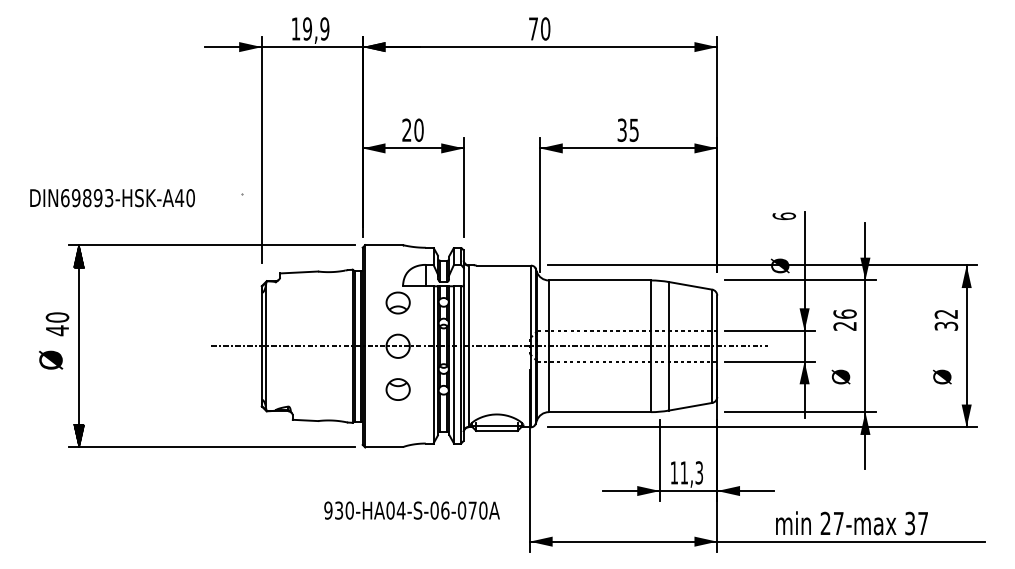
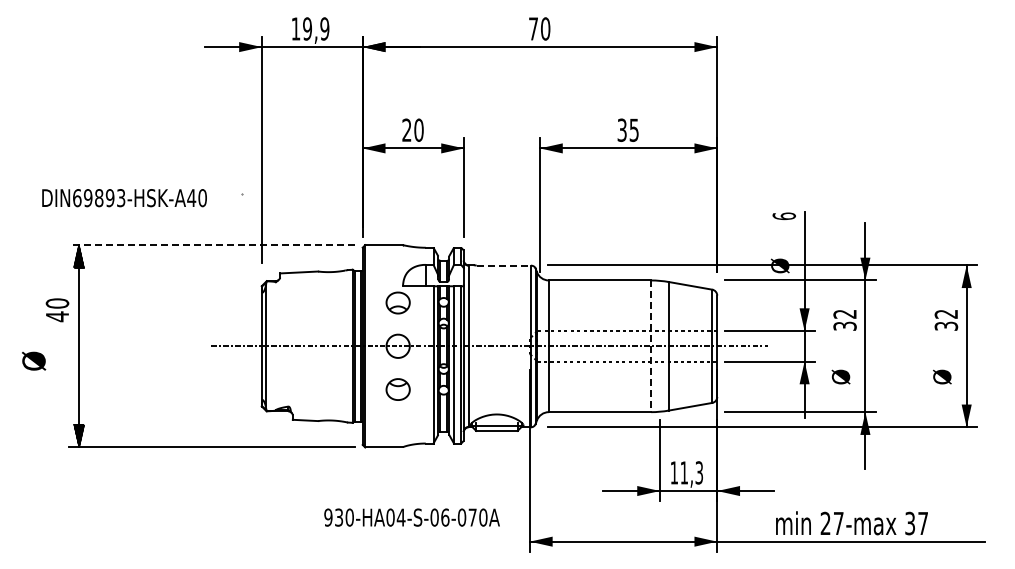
text at (112, 198) position: (112, 198) -> (124, 198)
line at (211, 245): solid -> dashed
line at (504, 265): solid -> dashed
text at (844, 319): 26 -> 32
text at (57, 324) position: (57, 324) -> (57, 310)
line at (651, 346): solid -> dashed
text at (51, 359) position: (51, 359) -> (34, 360)
text at (411, 510) position: (411, 510) -> (411, 517)
